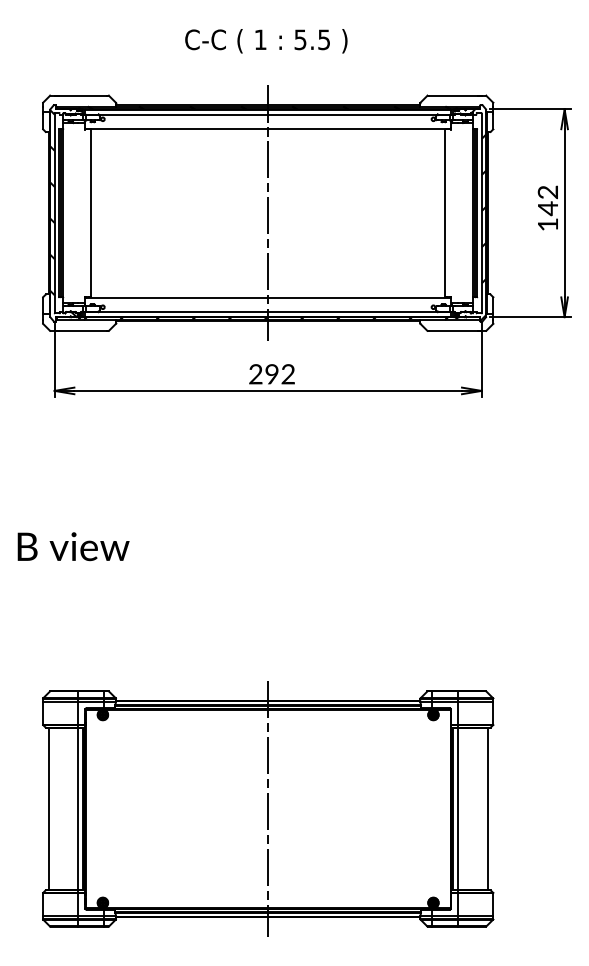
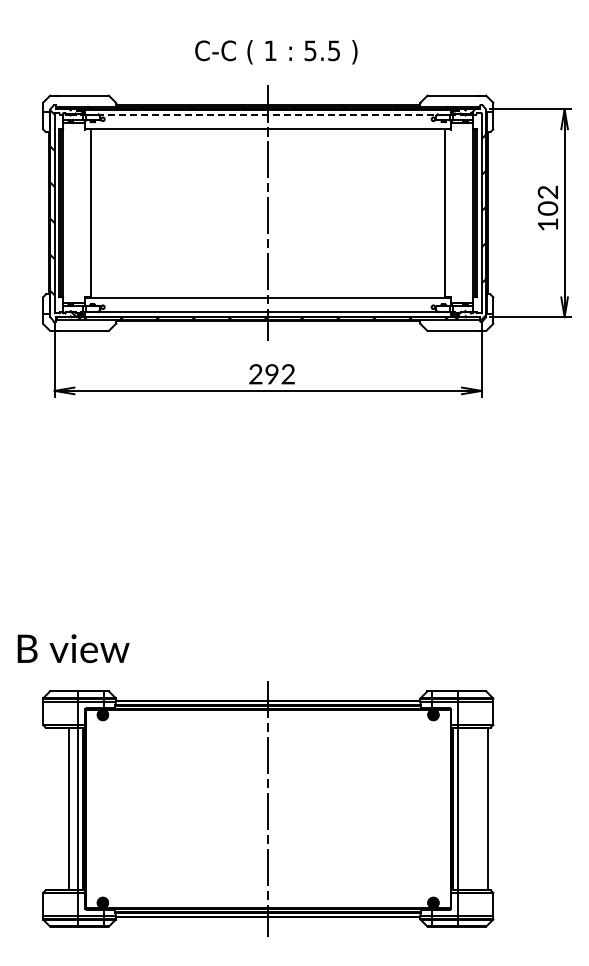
text at (266, 41) position: (266, 41) -> (276, 52)
line at (268, 114): solid -> dashed
text at (547, 208): 142 -> 102
text at (73, 546) position: (73, 546) -> (73, 648)
line at (48, 808) position: (48, 808) -> (68, 808)
